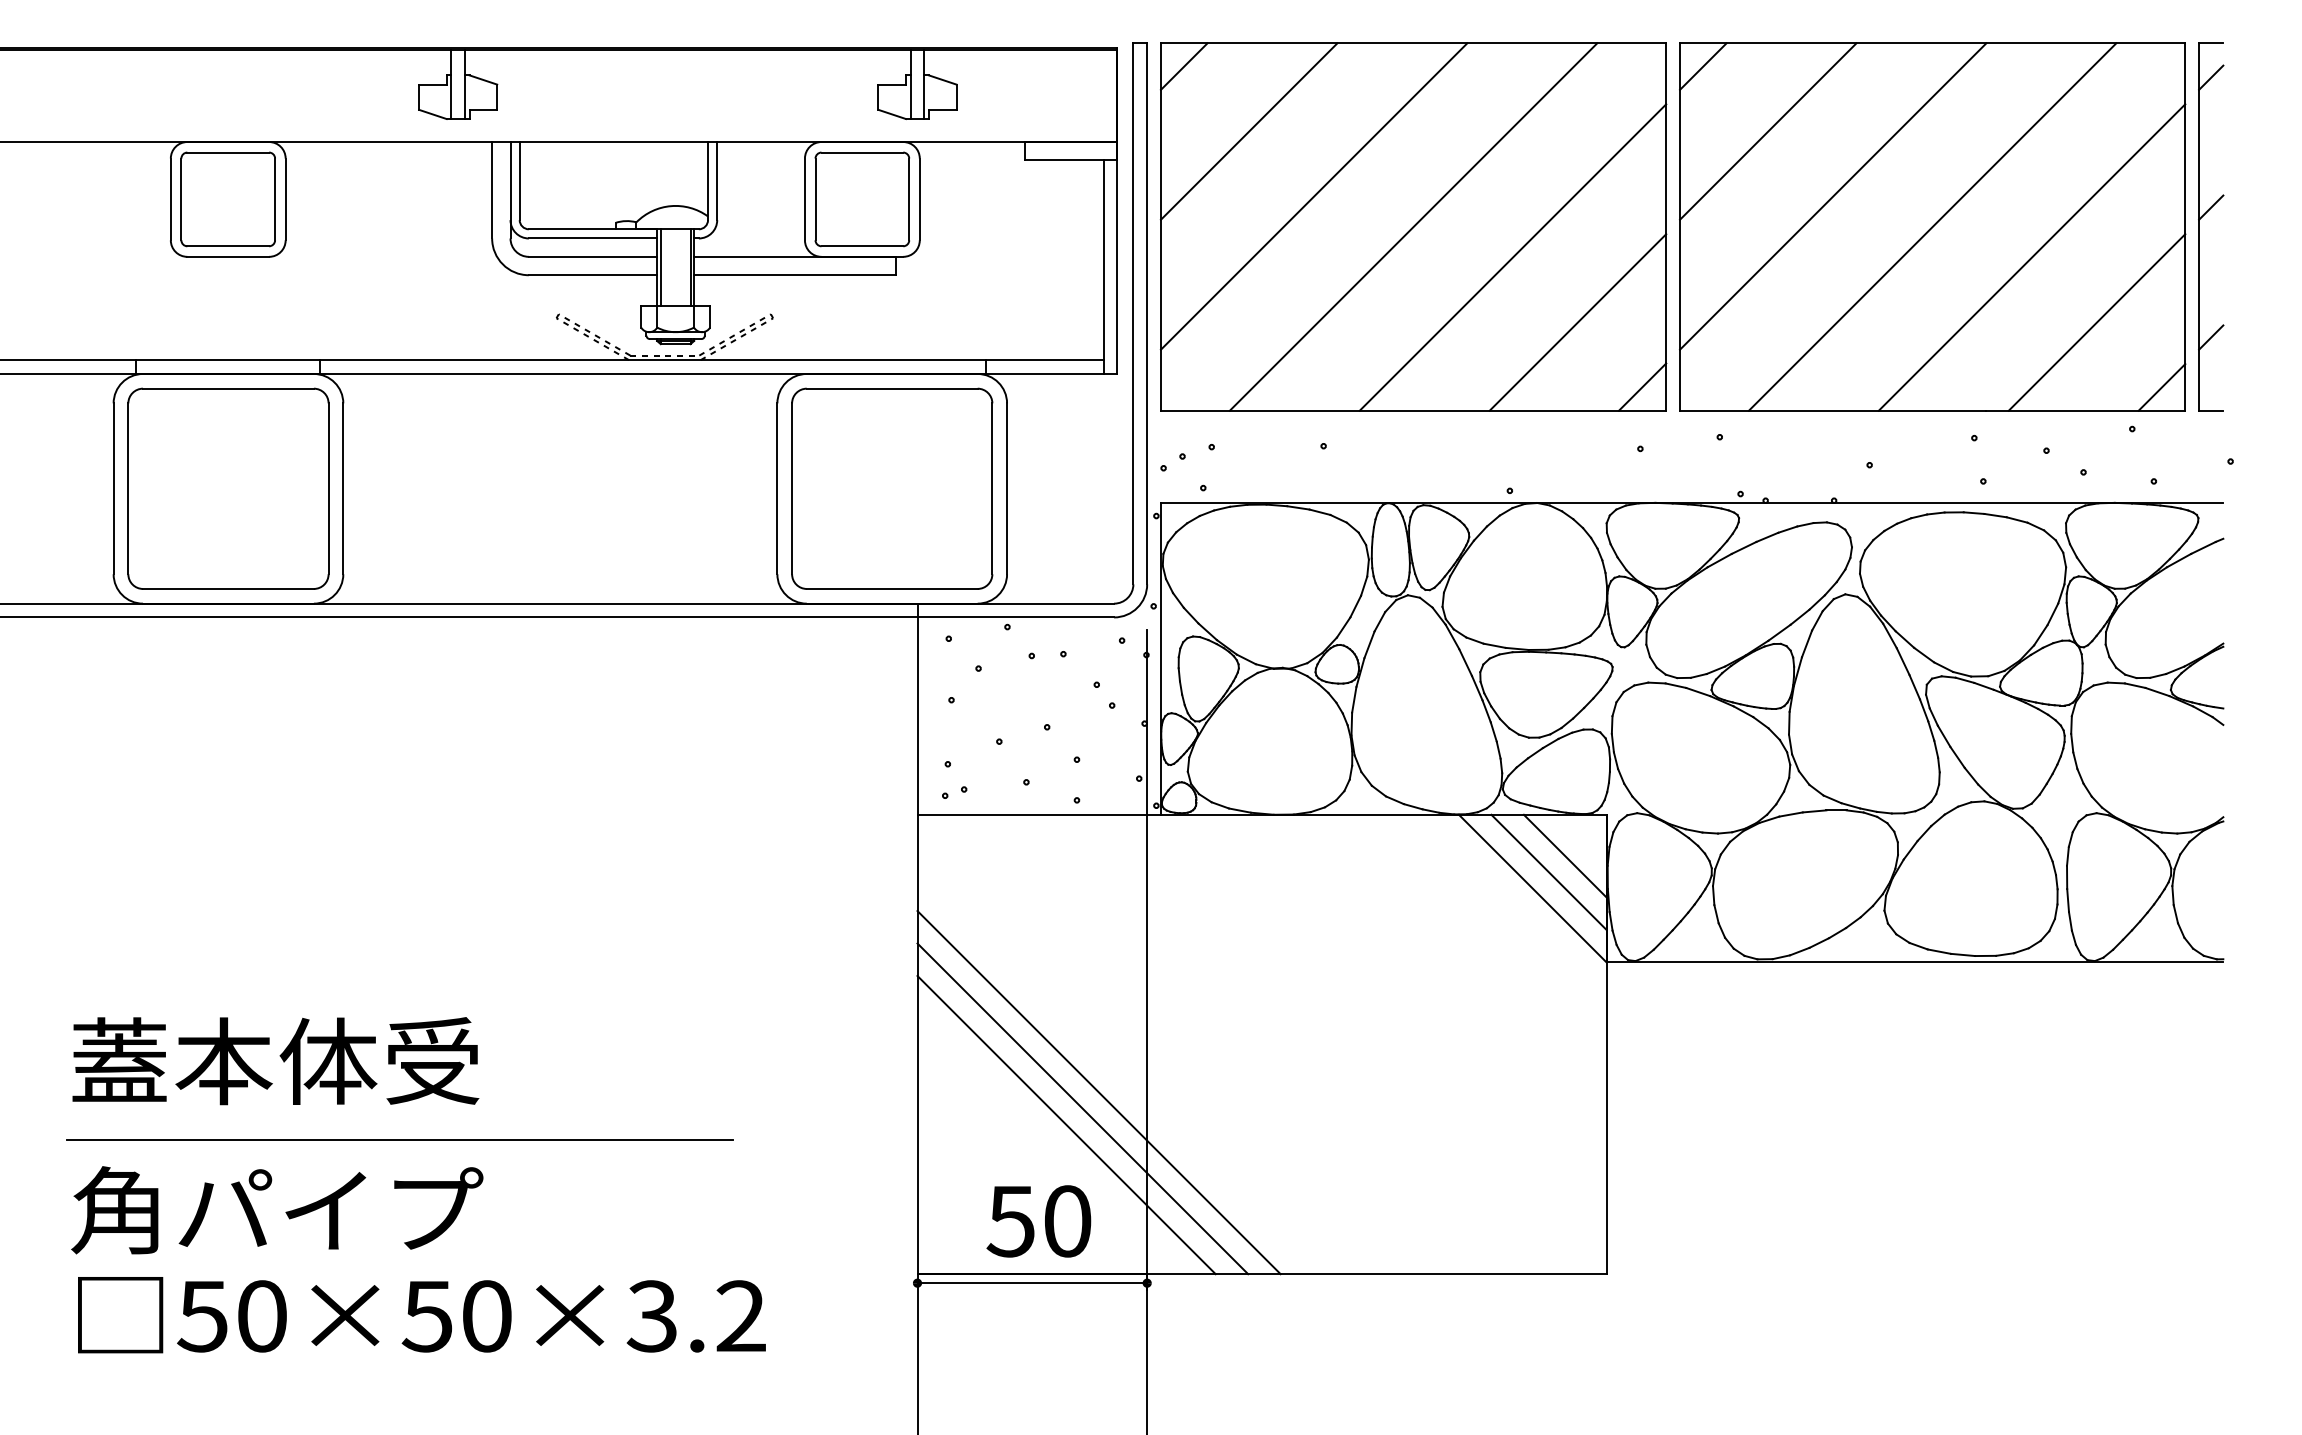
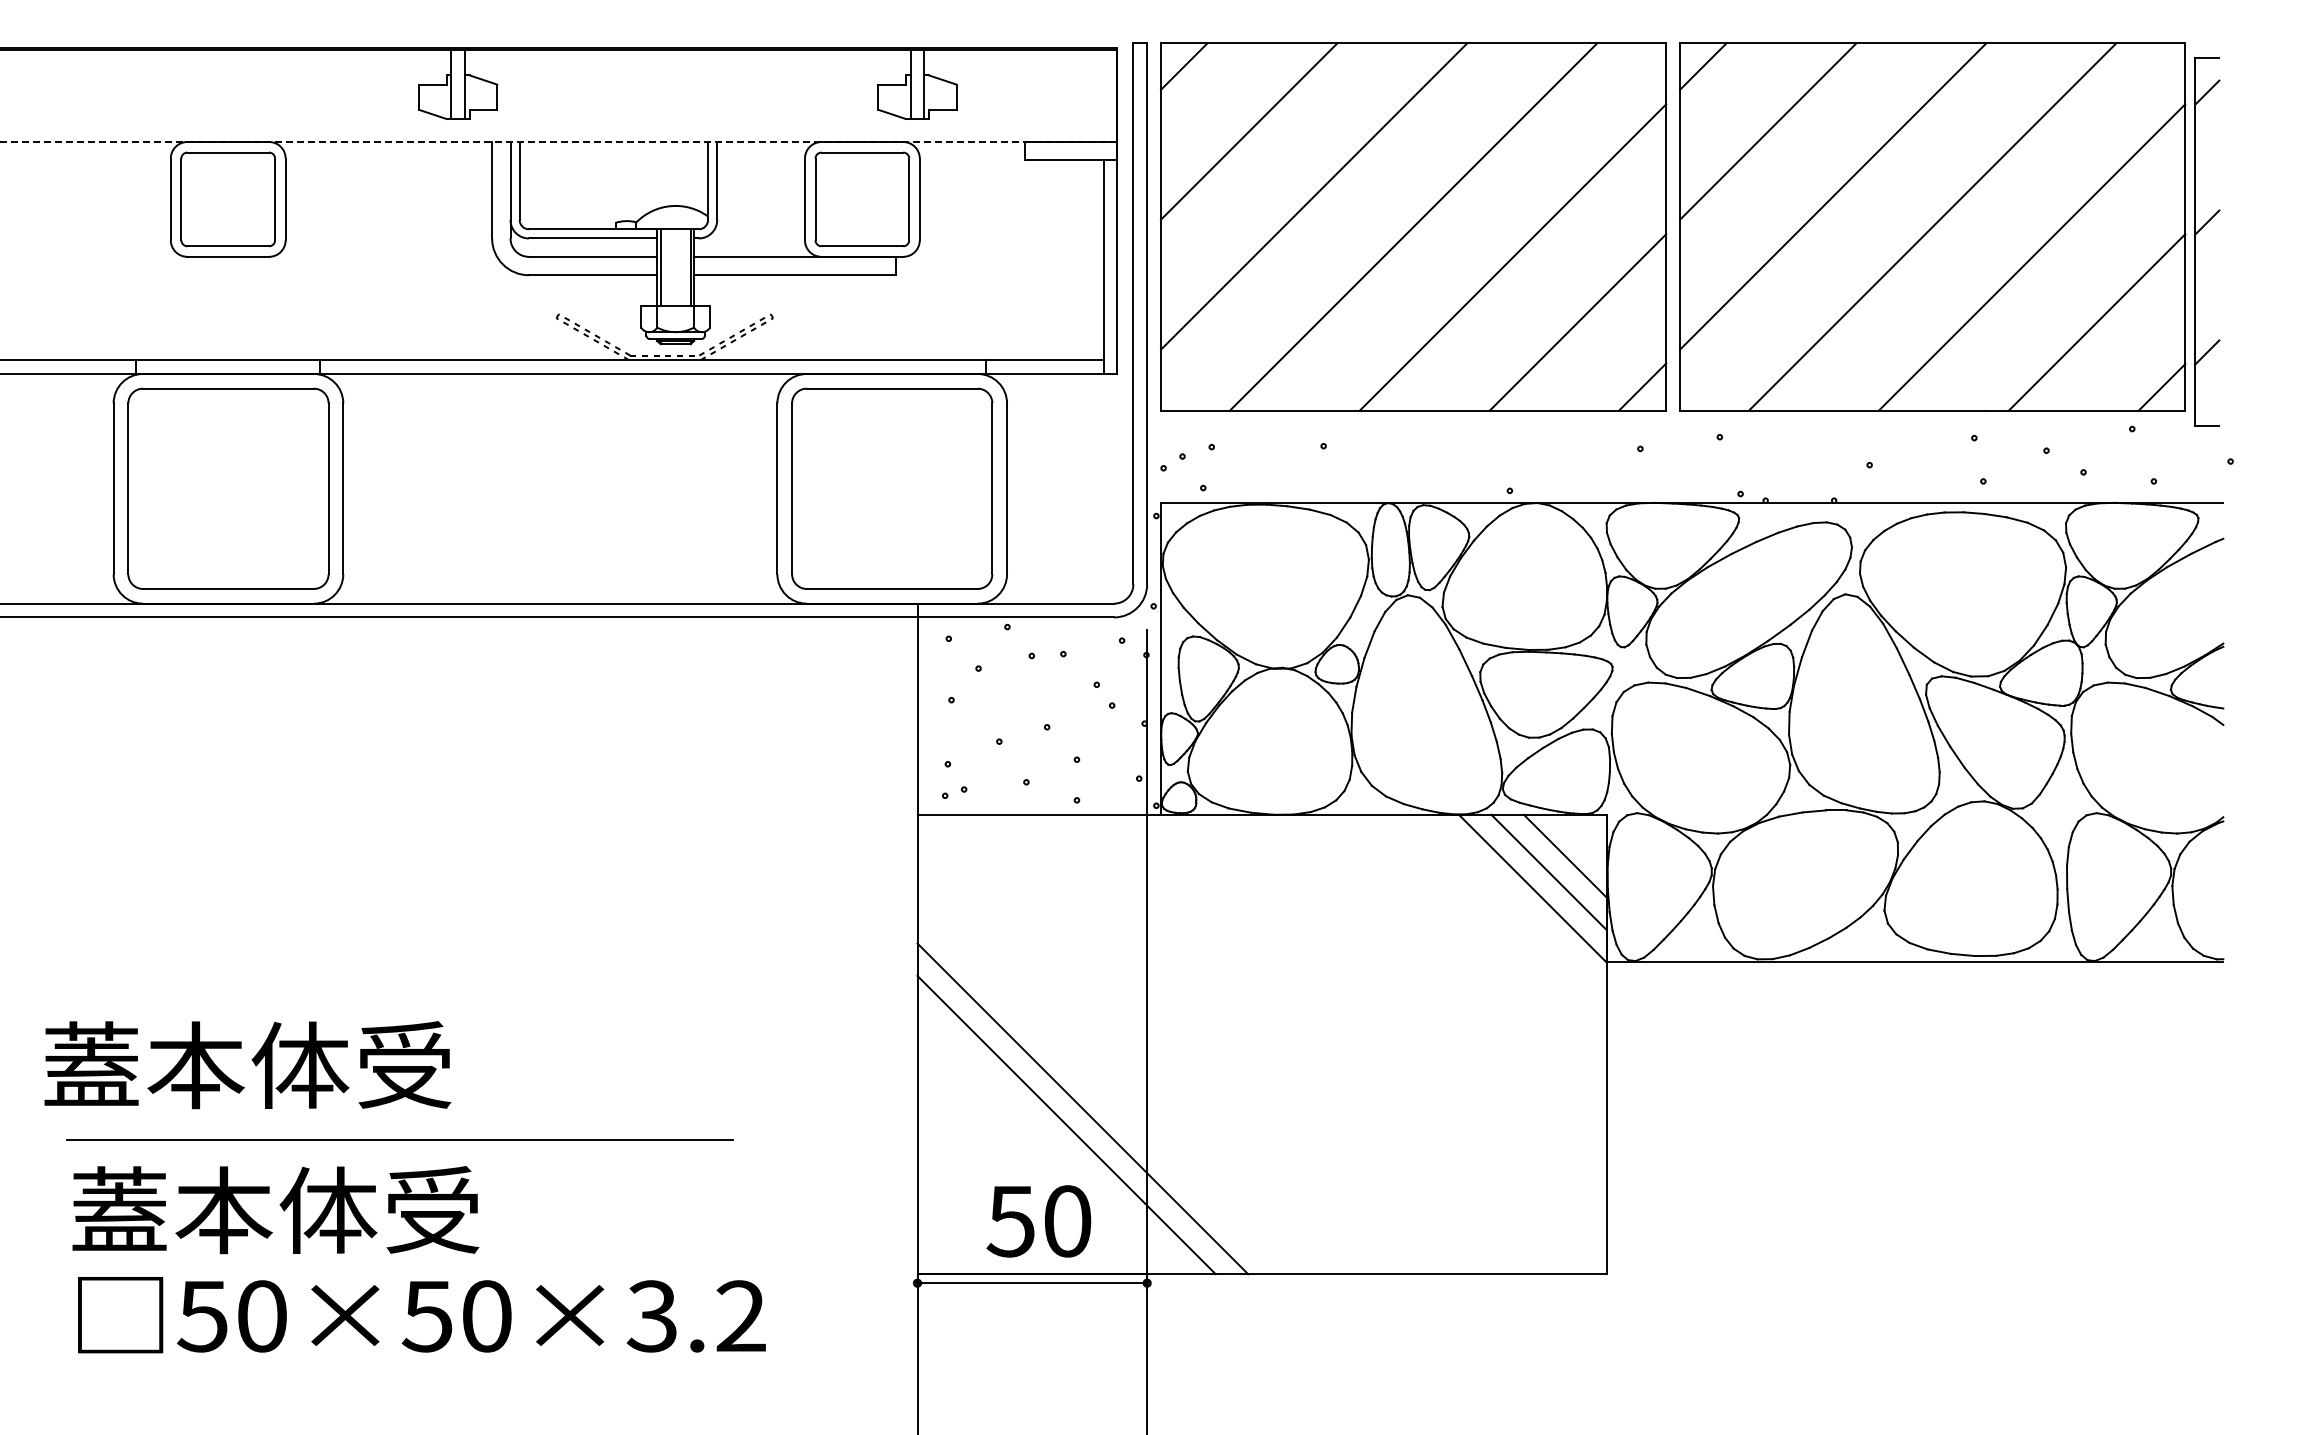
line at (559, 142): solid -> dashed
part at (2199, 226) position: (2199, 226) -> (2195, 241)
text at (275, 1061) position: (275, 1061) -> (247, 1065)
line at (1098, 1092): present -> none
text at (277, 1210): 角パイプ -> 蓋本体受
